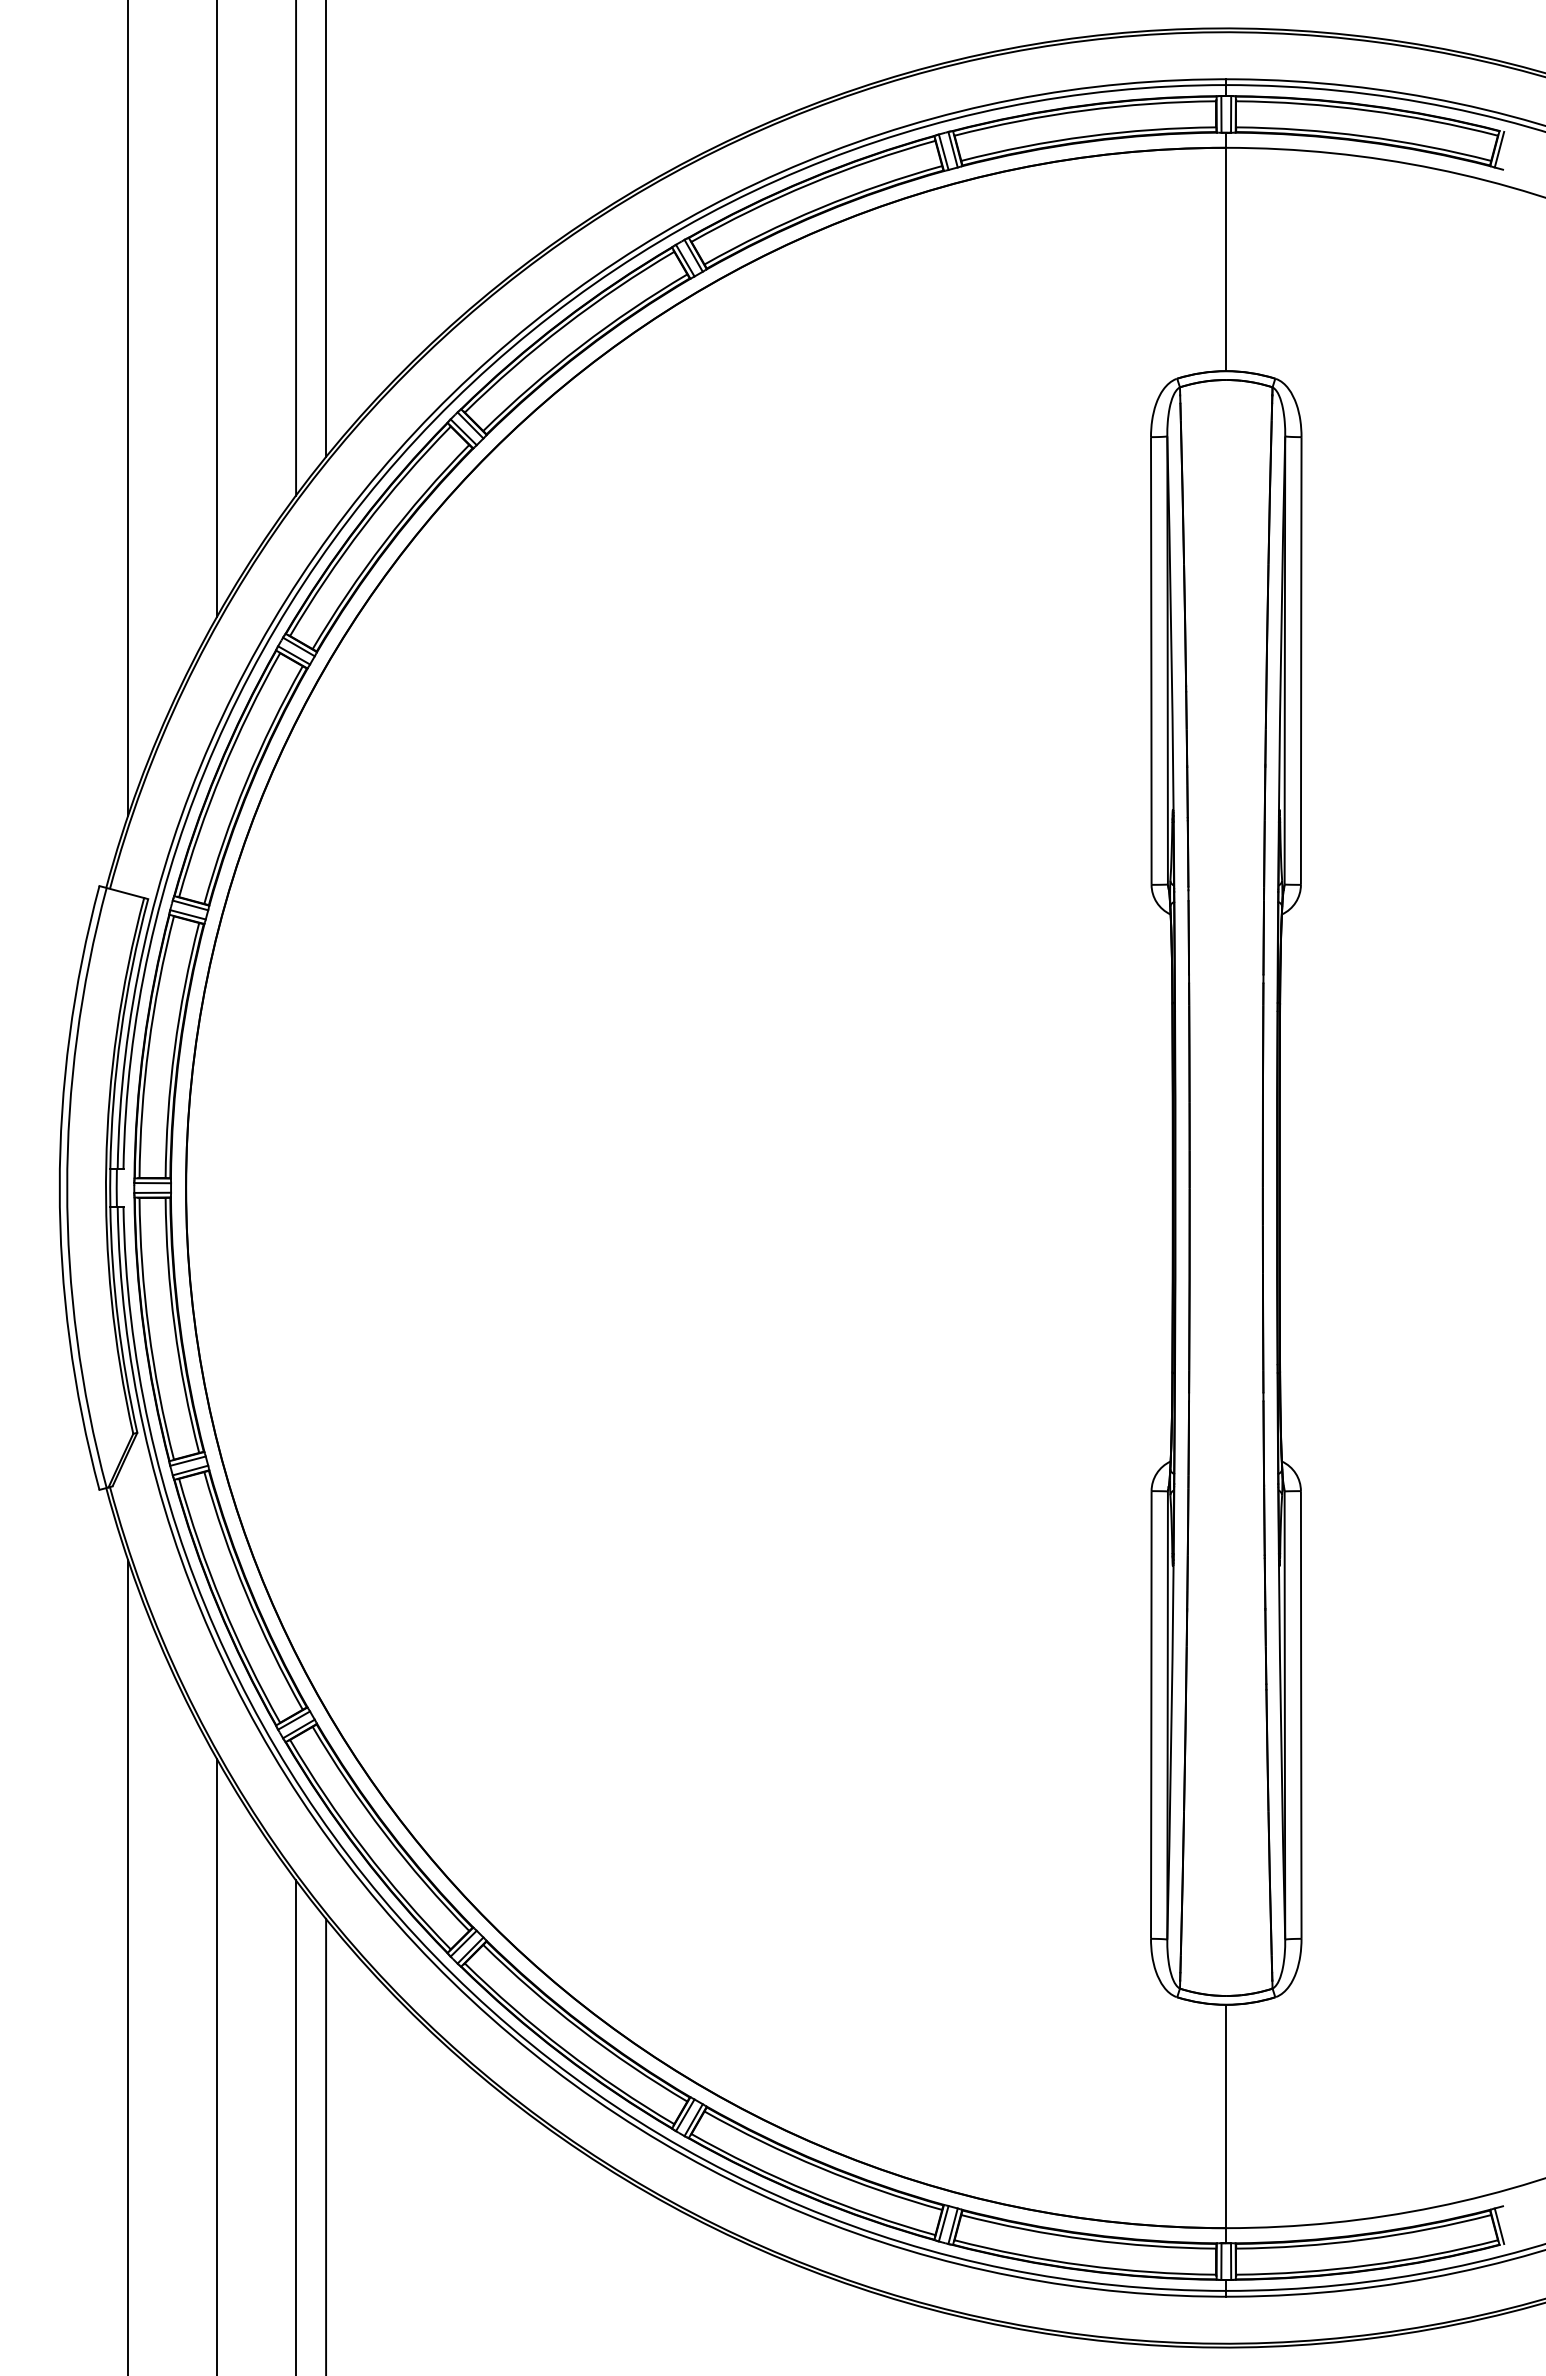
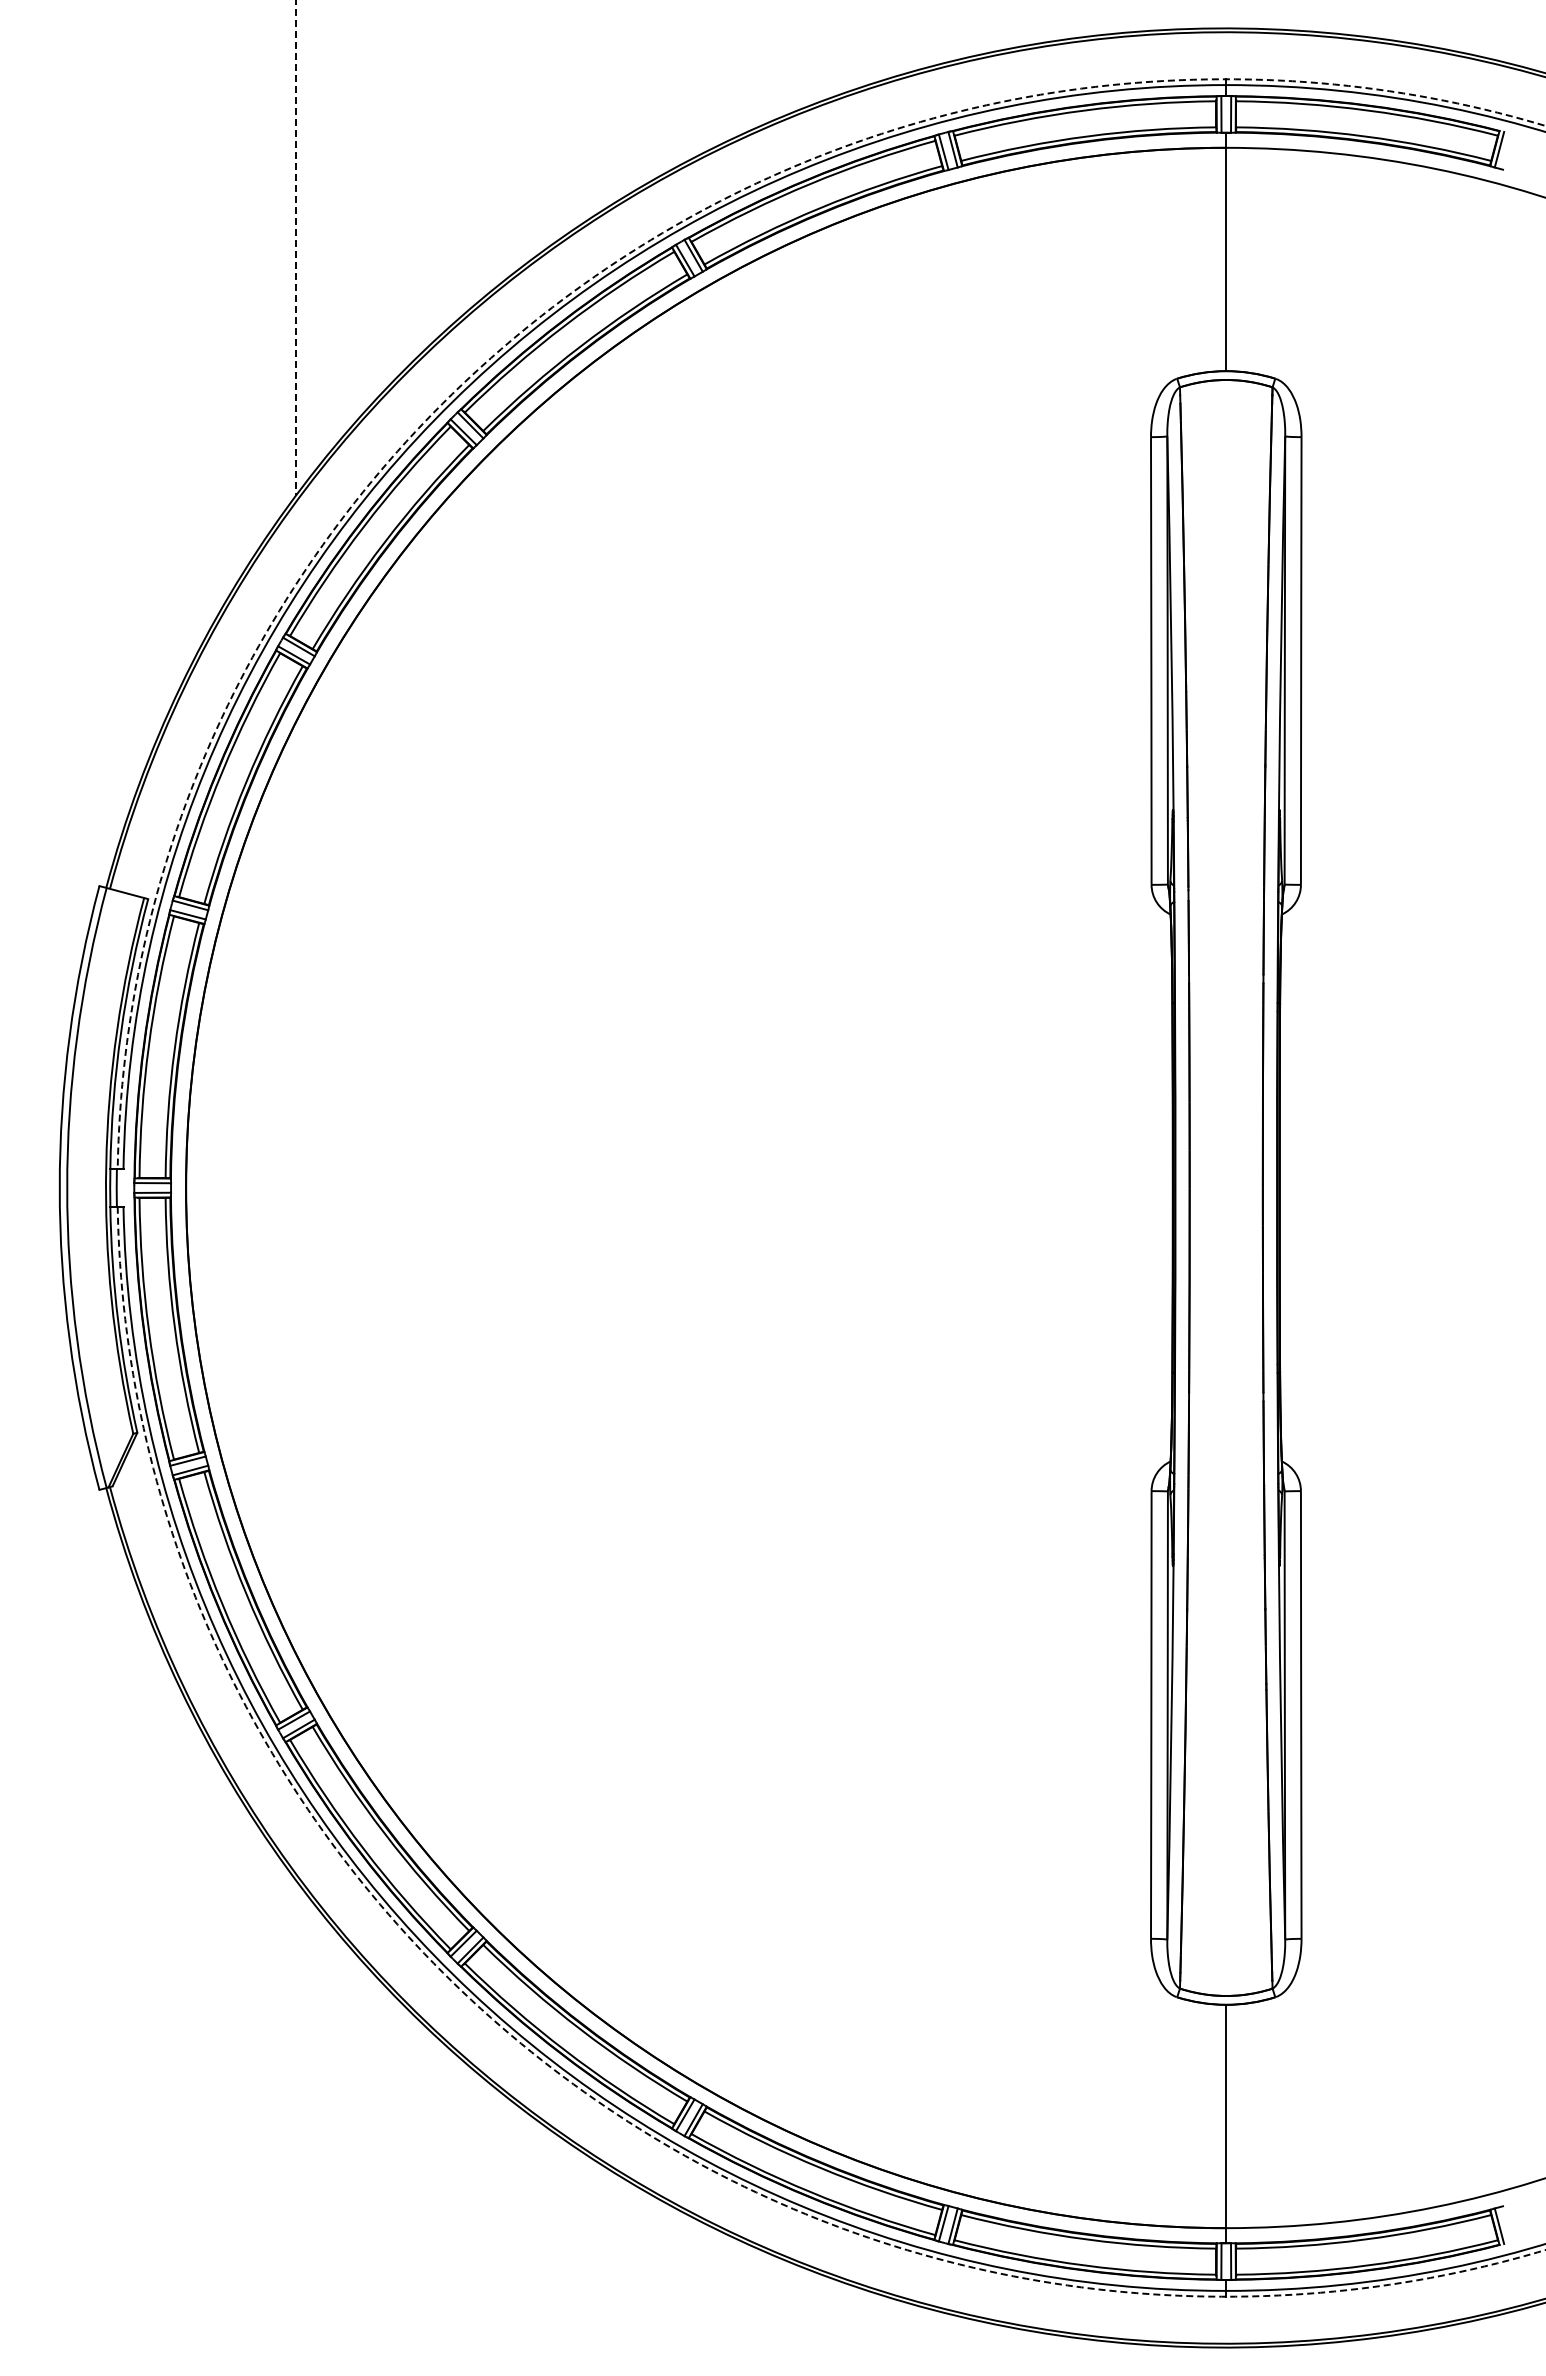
arc at (1545, 126): solid -> dashed
line at (326, 229): present -> none
line at (296, 248): solid -> dashed
line at (217, 309): present -> none
line at (128, 409): present -> none
line at (128, 1965): present -> none
line at (217, 2065): present -> none
line at (296, 2126): present -> none
line at (326, 2145): present -> none
